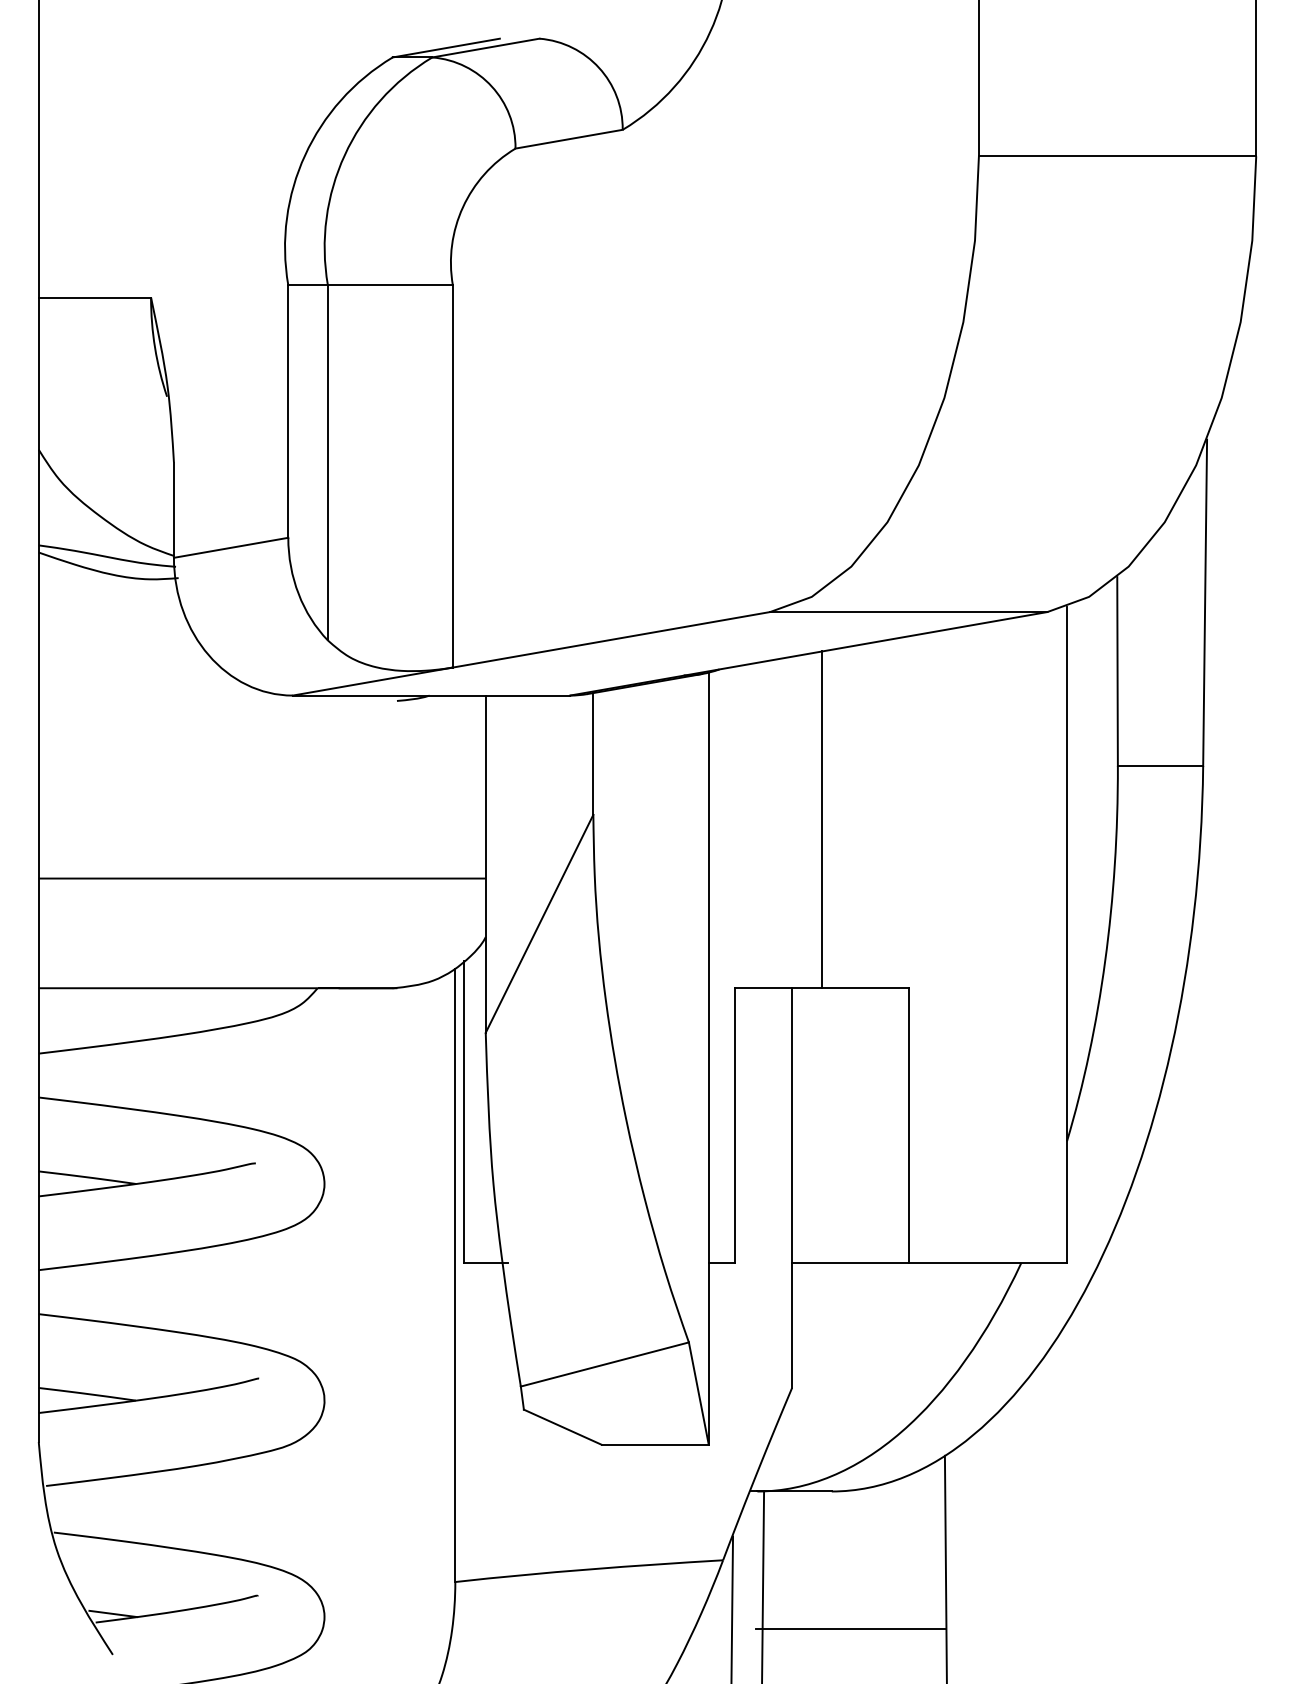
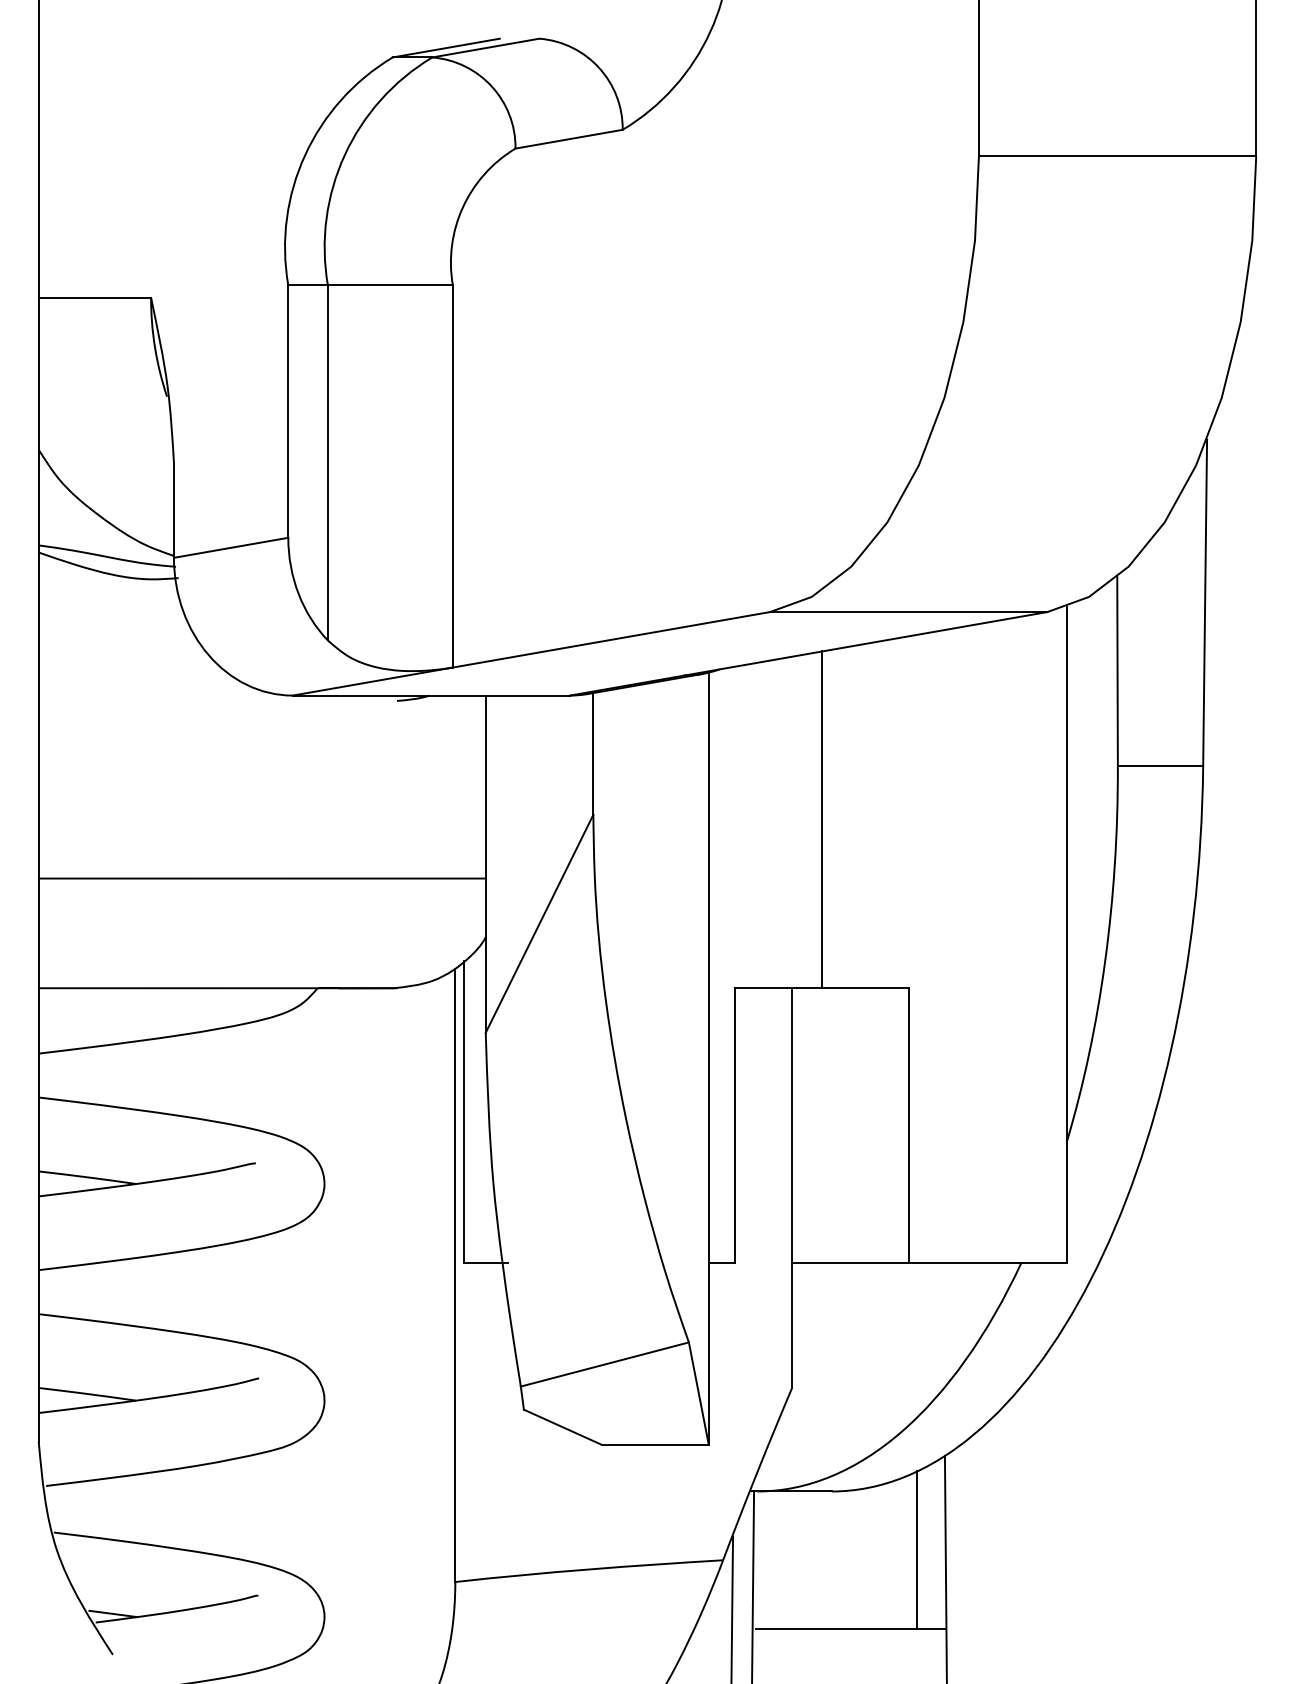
line at (916, 1549): none -> present
line at (763, 1585) position: (763, 1585) -> (753, 1585)
